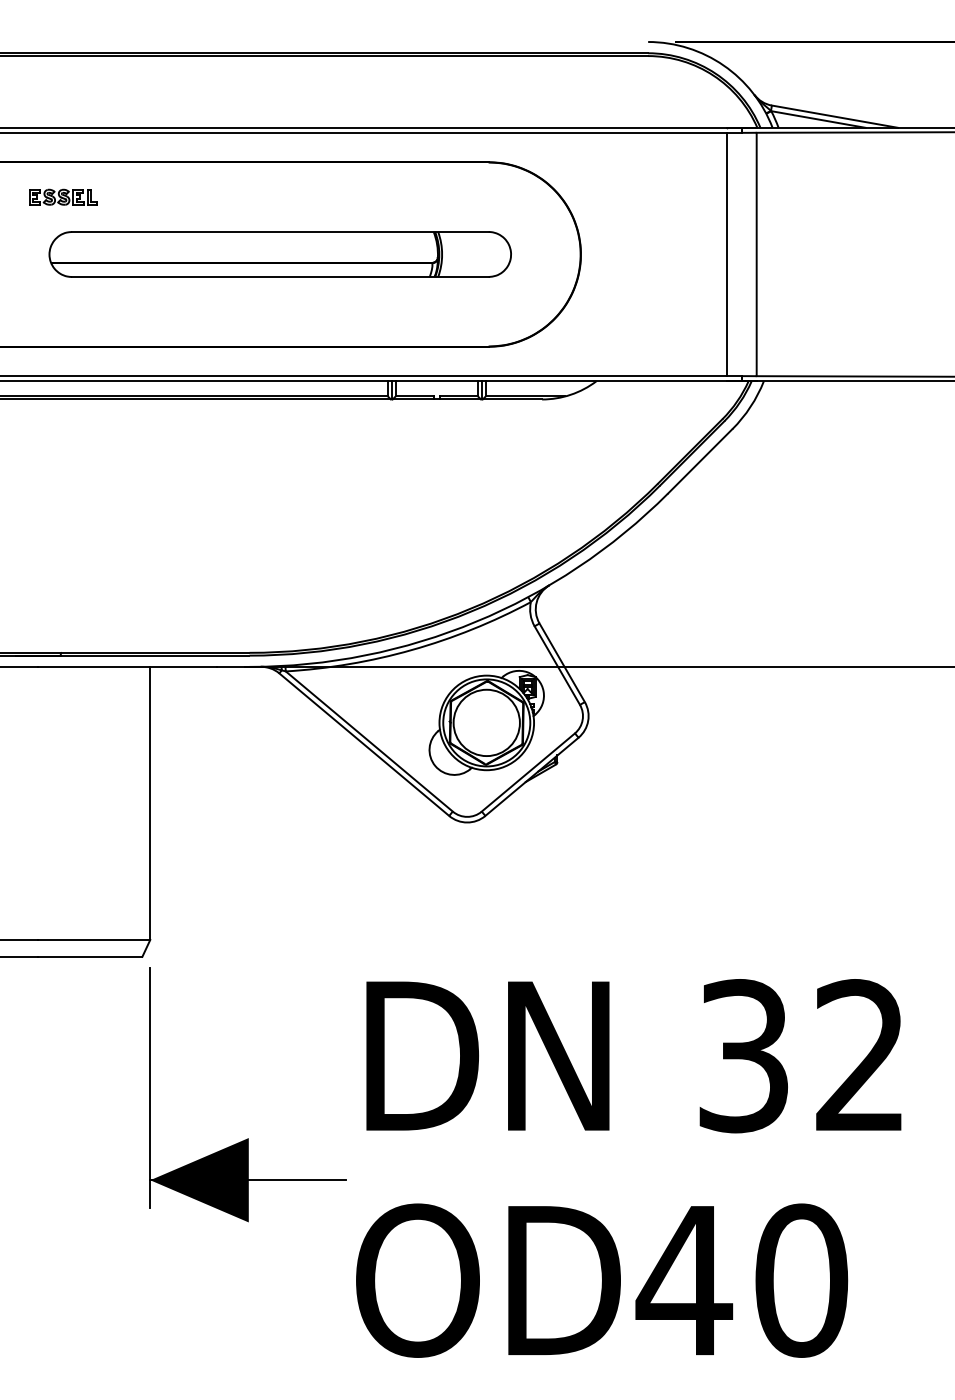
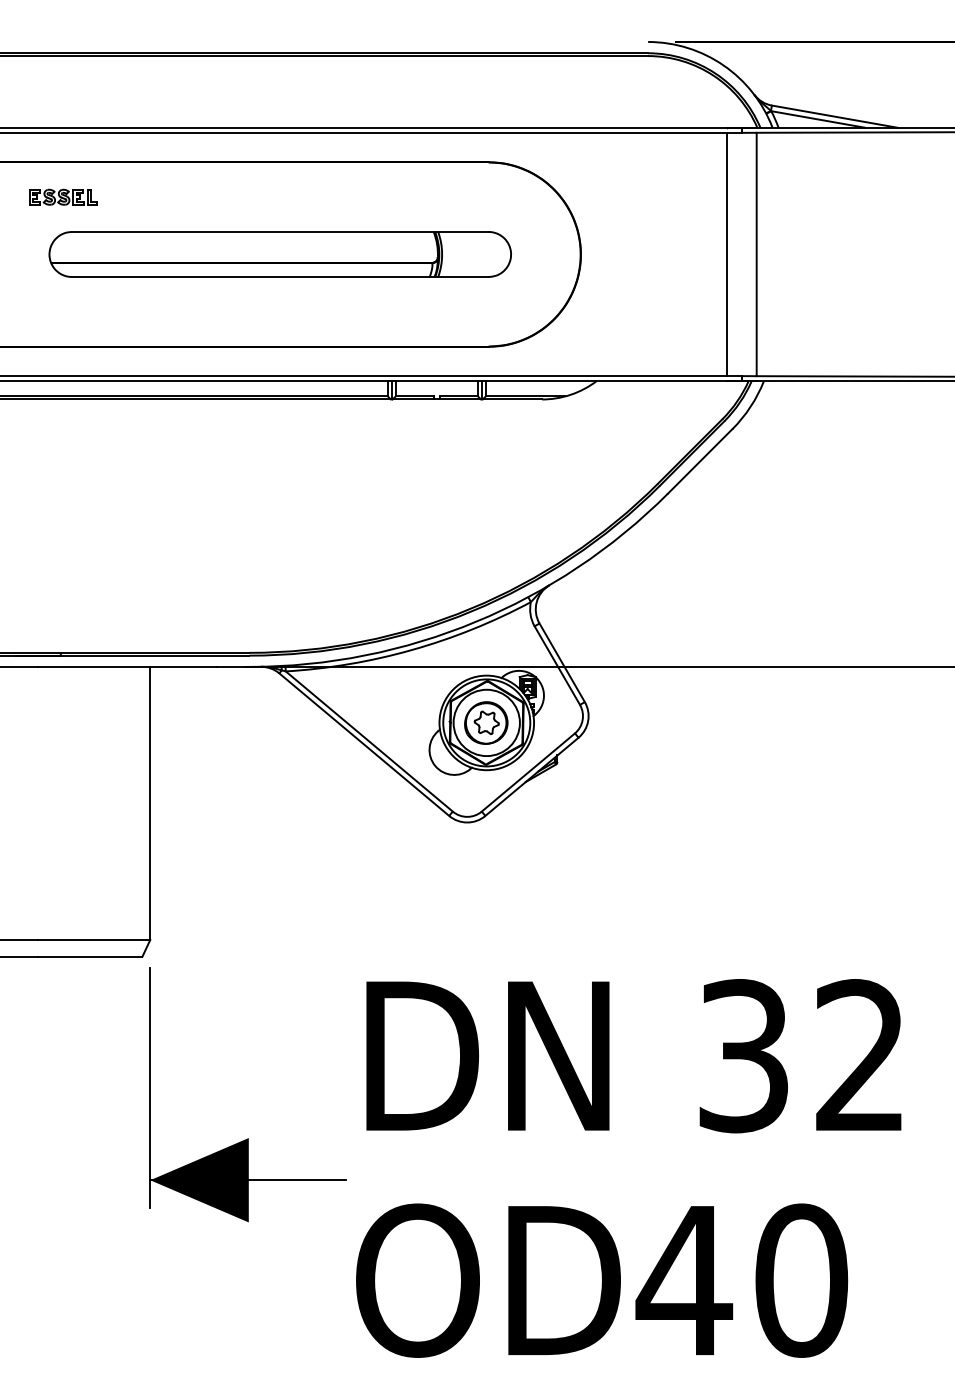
part at (486, 722): none -> present
